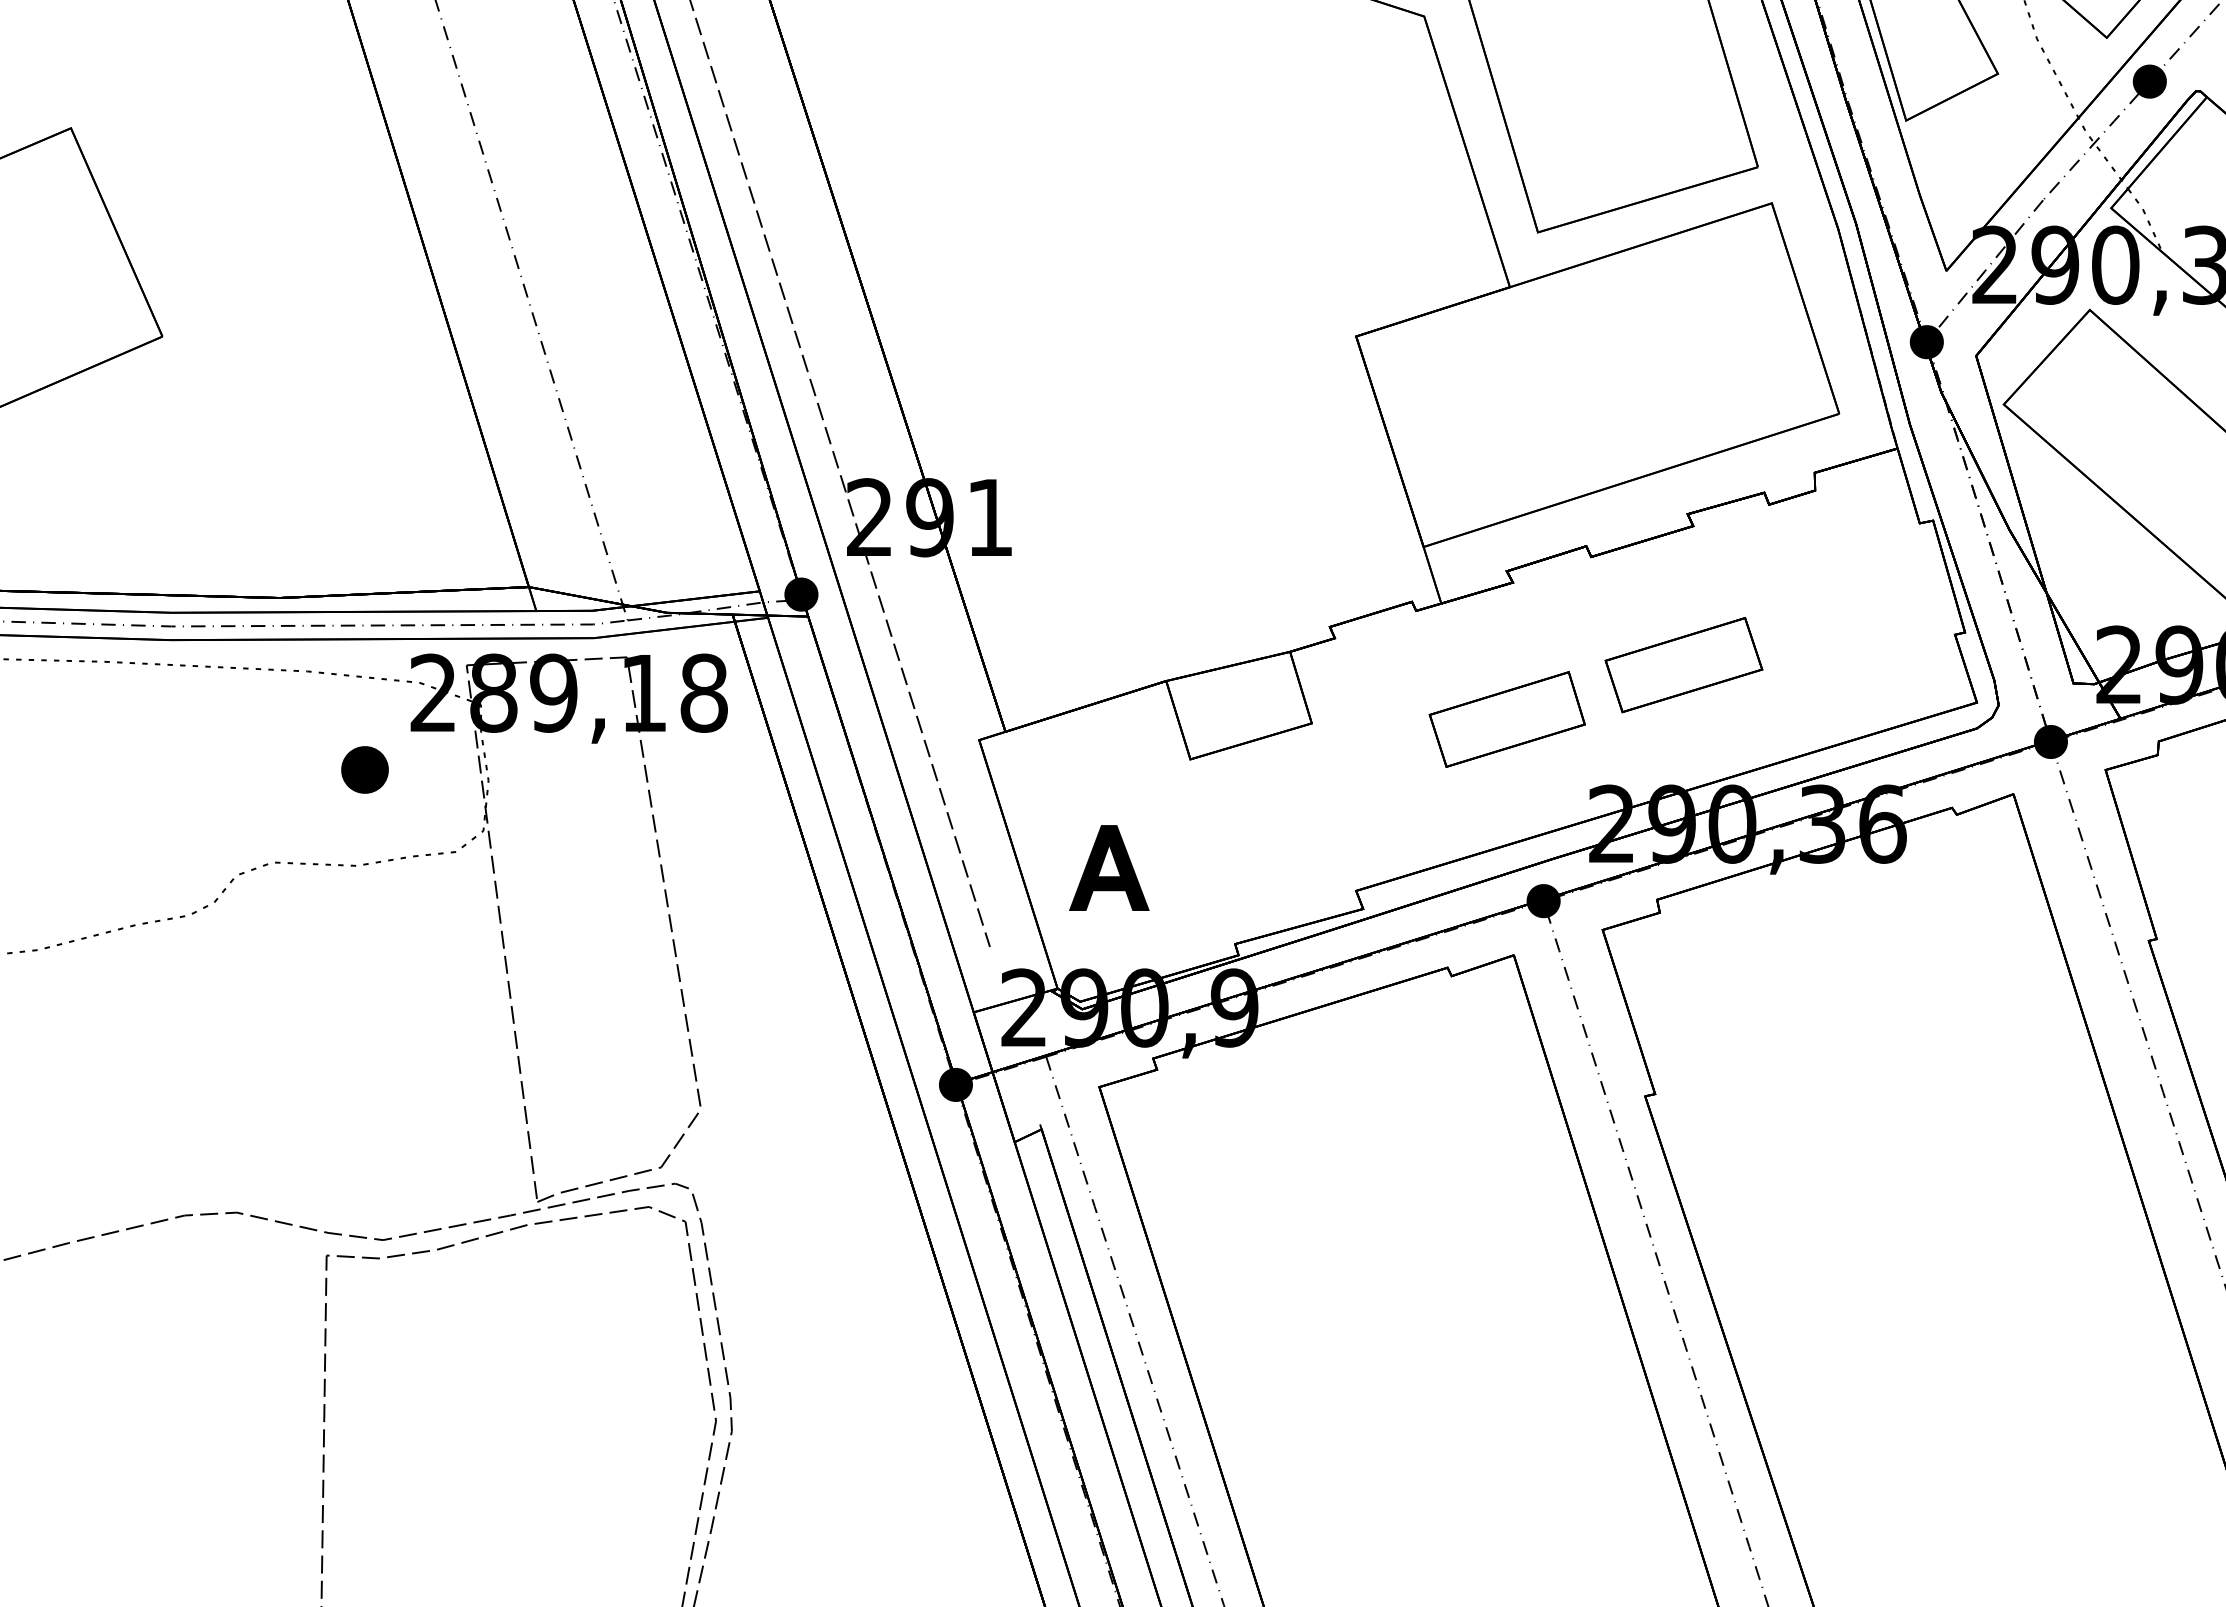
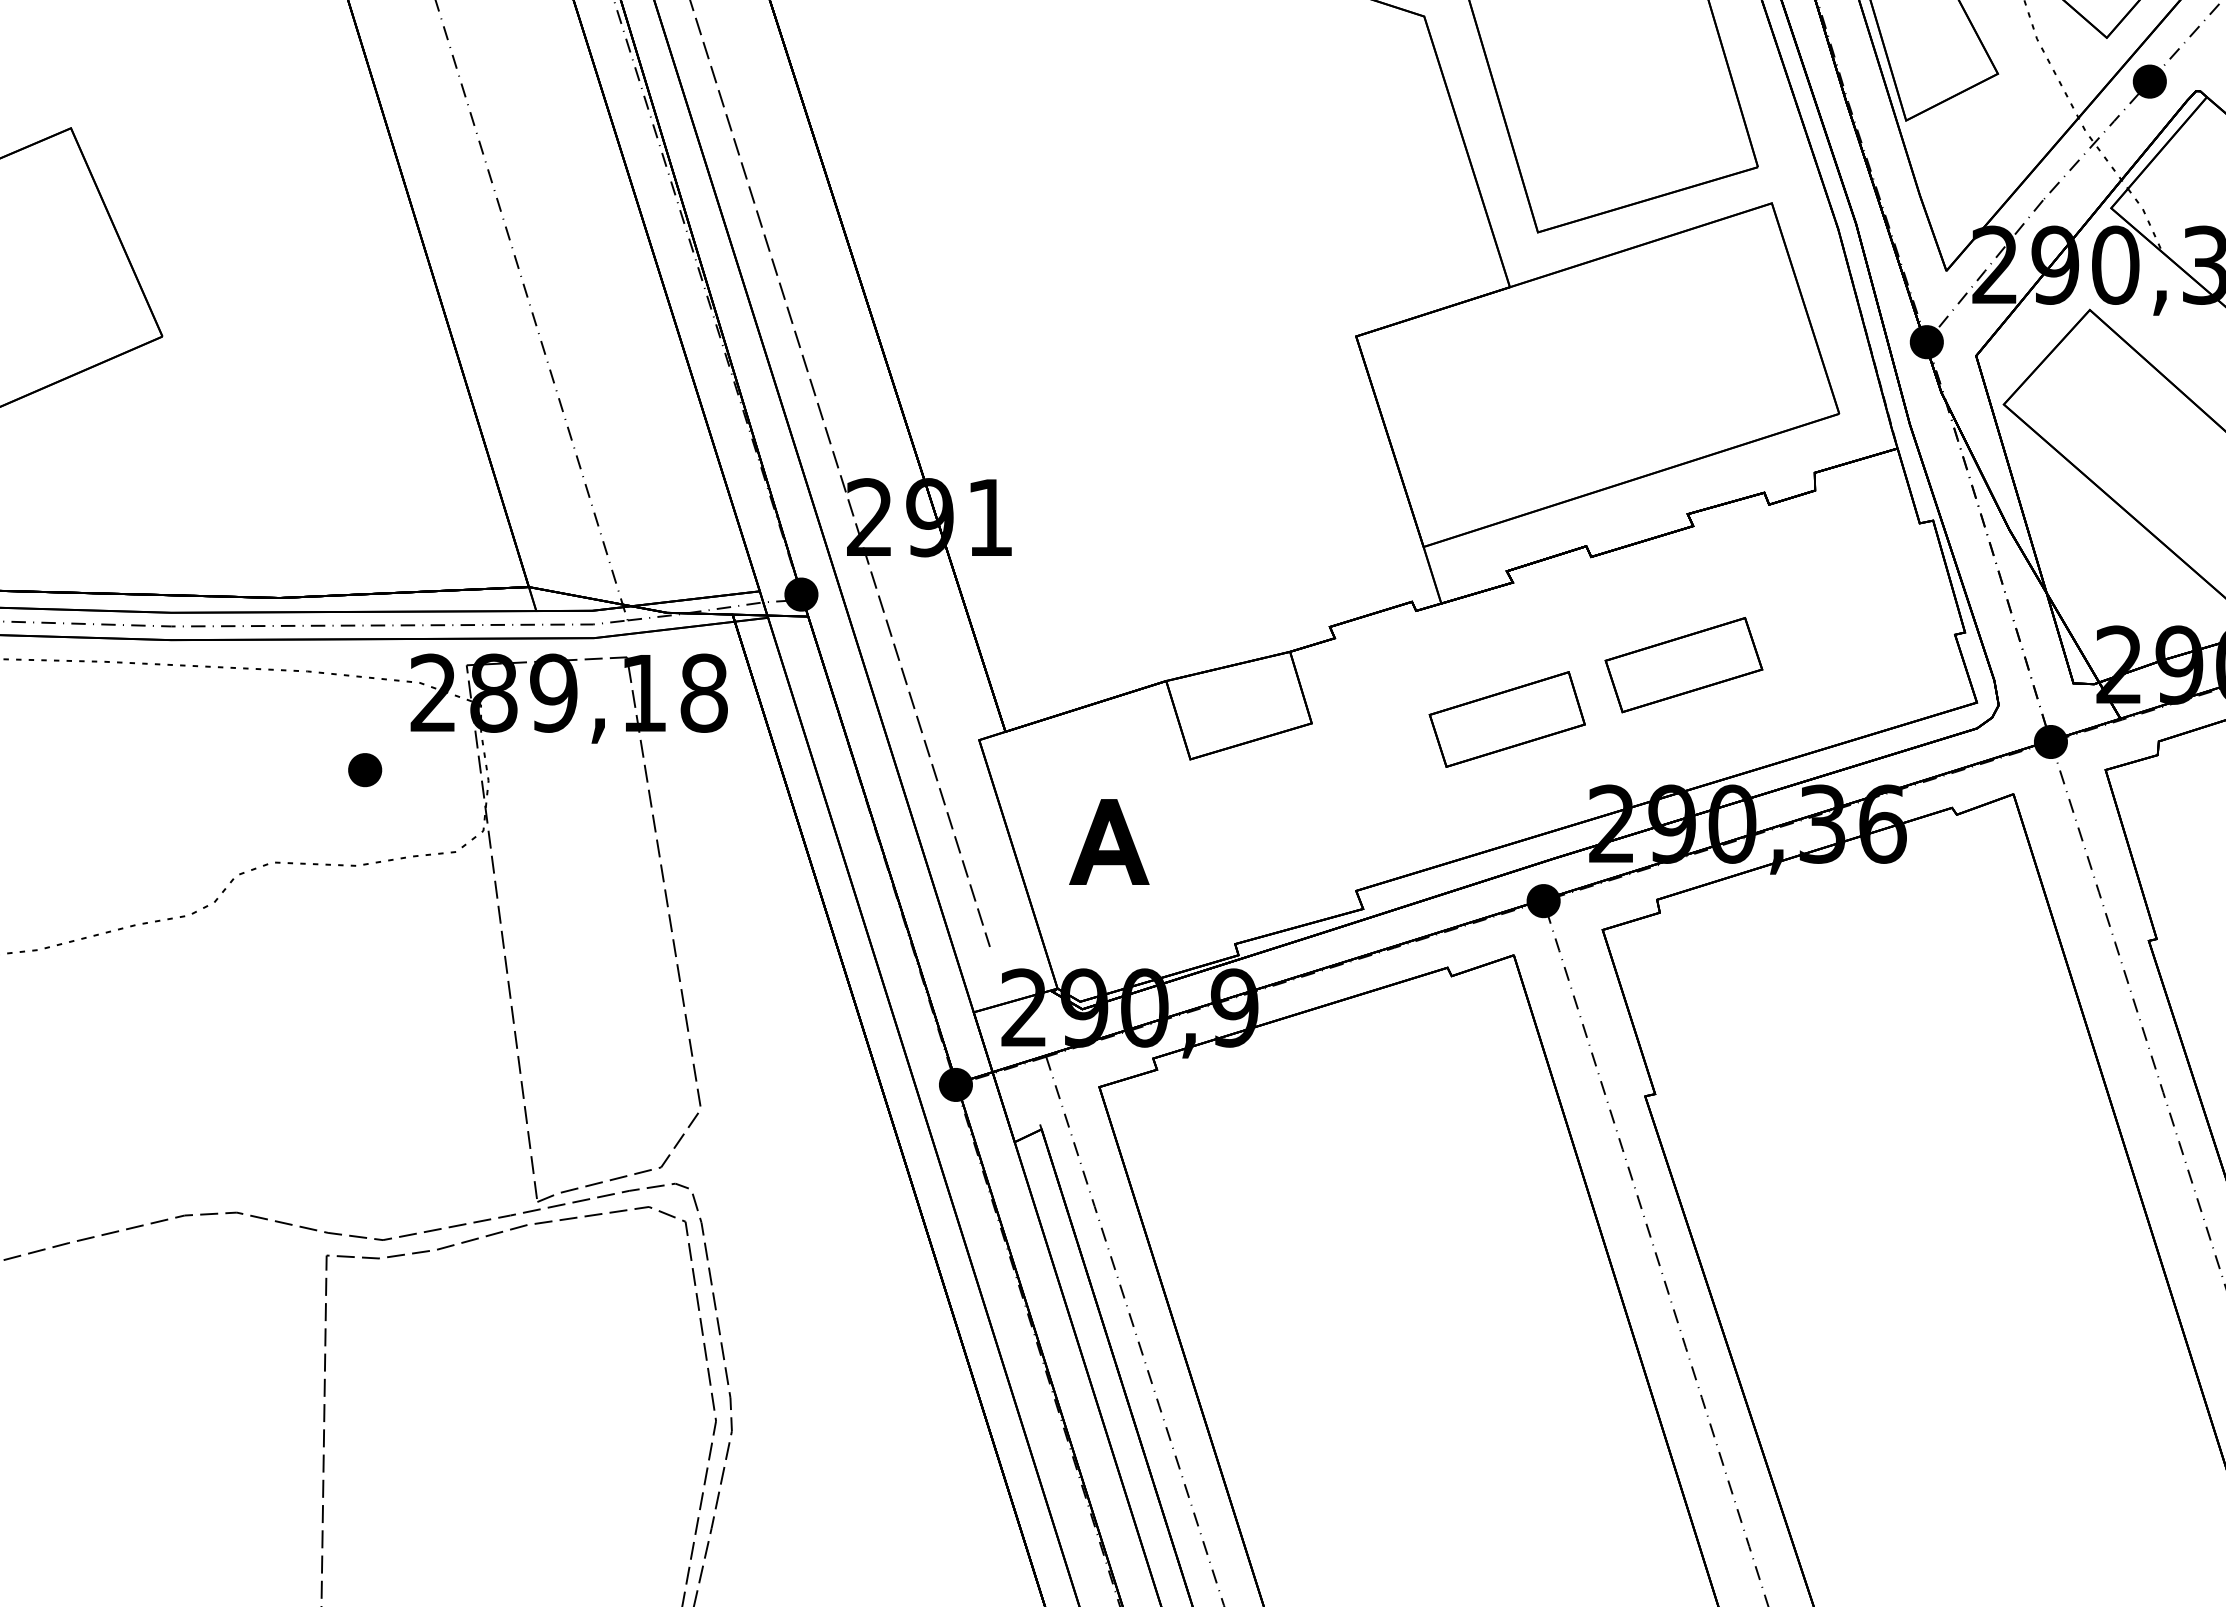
part at (364, 769) size: 48x48 px -> 35x35 px
part at (1109, 867) position: (1109, 867) -> (1109, 841)
